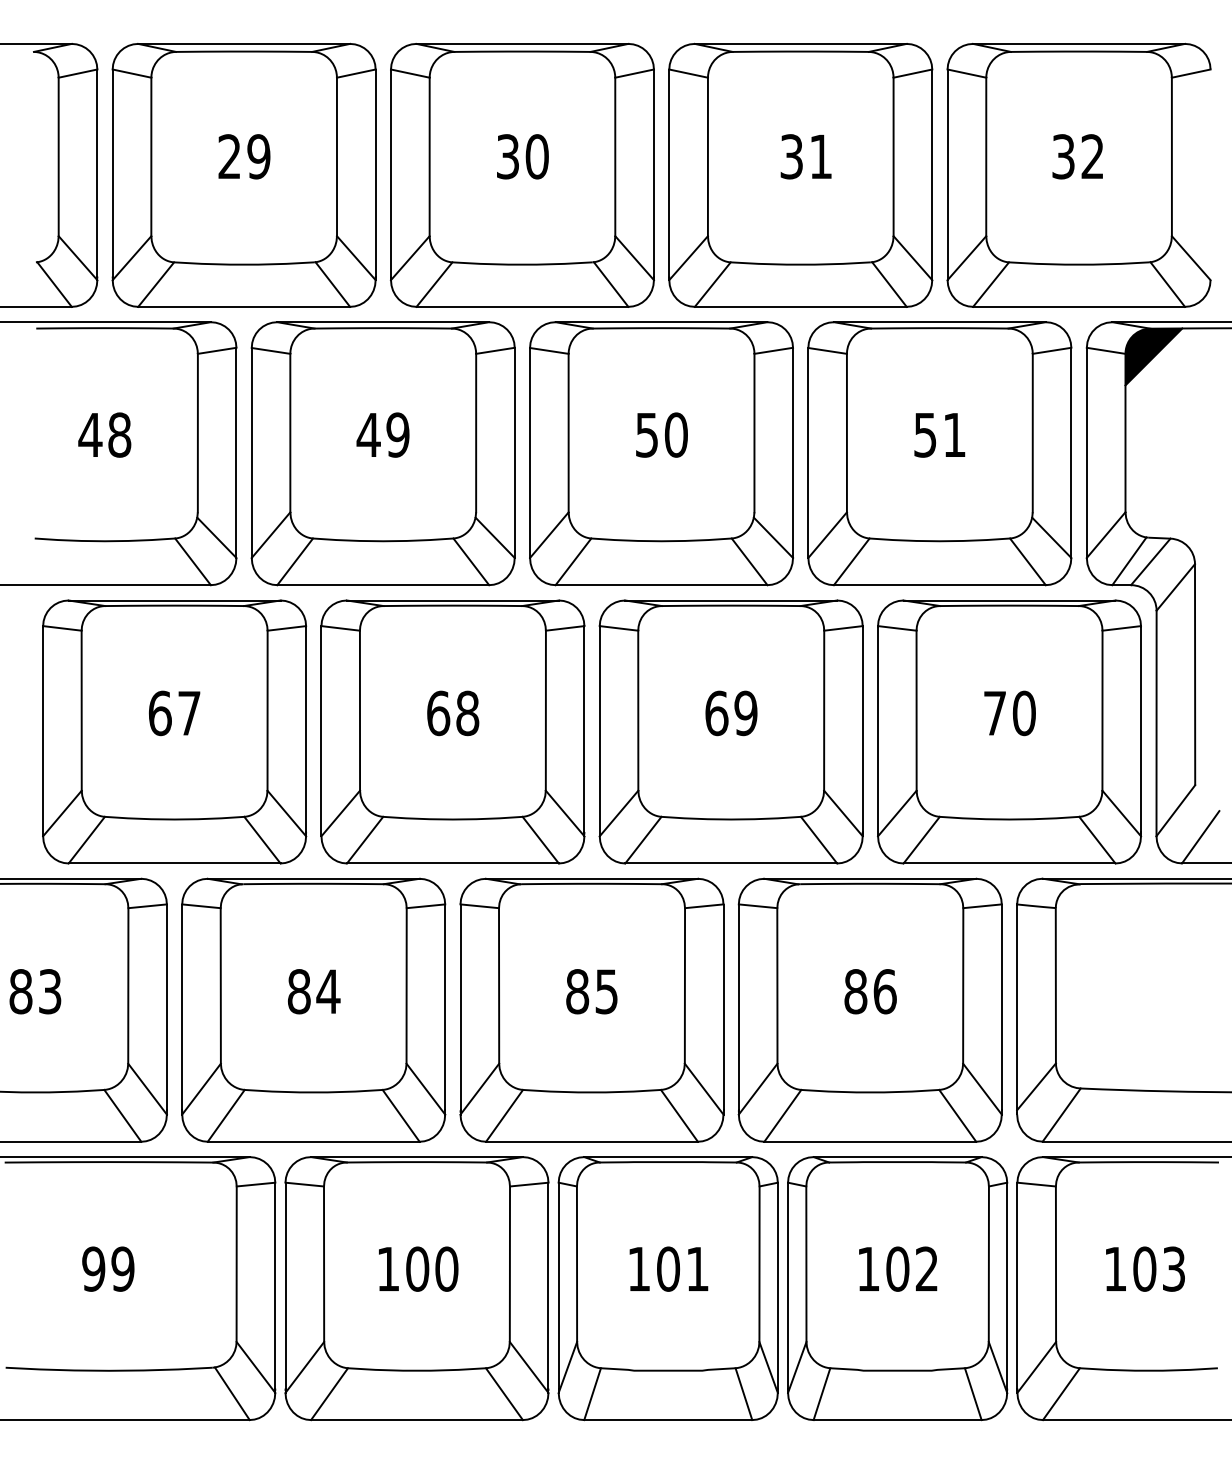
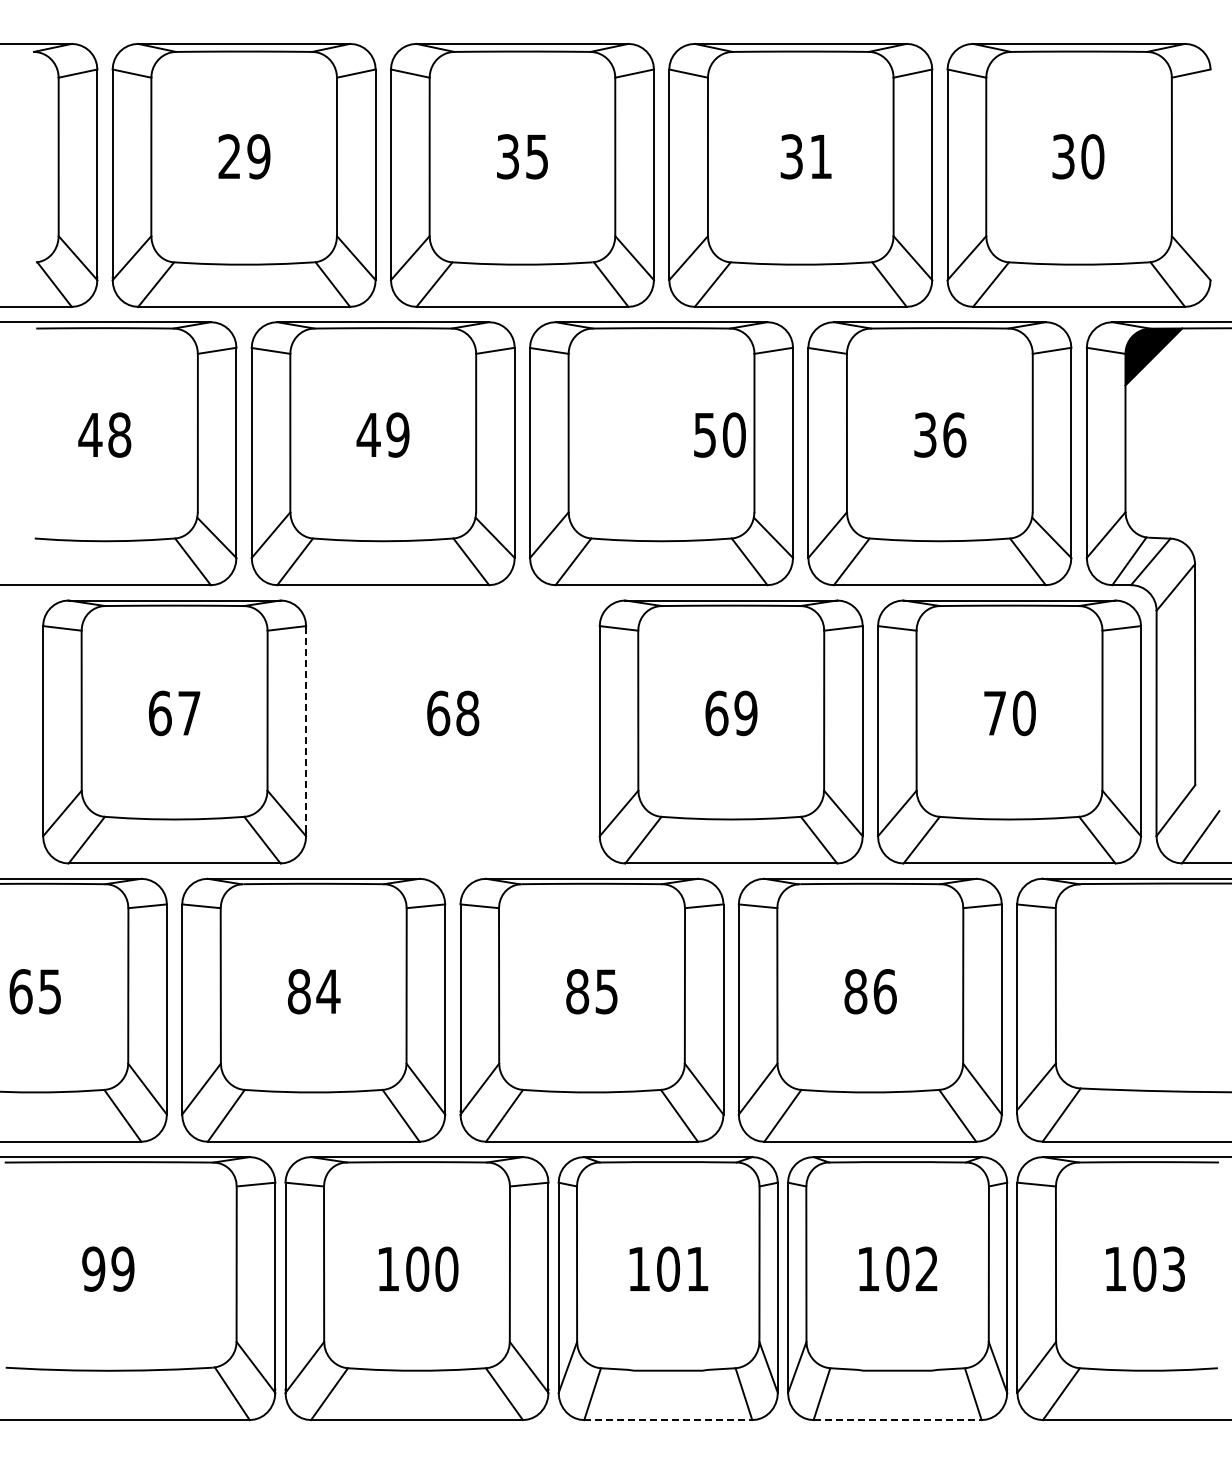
text at (536, 156): 30 -> 35
text at (1092, 156): 32 -> 30
text at (661, 434) position: (661, 434) -> (719, 434)
text at (940, 434): 51 -> 36
line at (306, 729): solid -> dashed
part at (452, 731): present -> none
text at (35, 991): 83 -> 65
line at (668, 1420): solid -> dashed
line at (898, 1420): solid -> dashed
